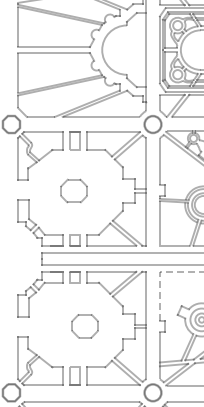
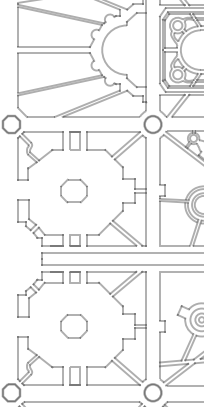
line at (159, 273): dashed -> solid
part at (84, 326) position: (84, 326) -> (73, 326)
